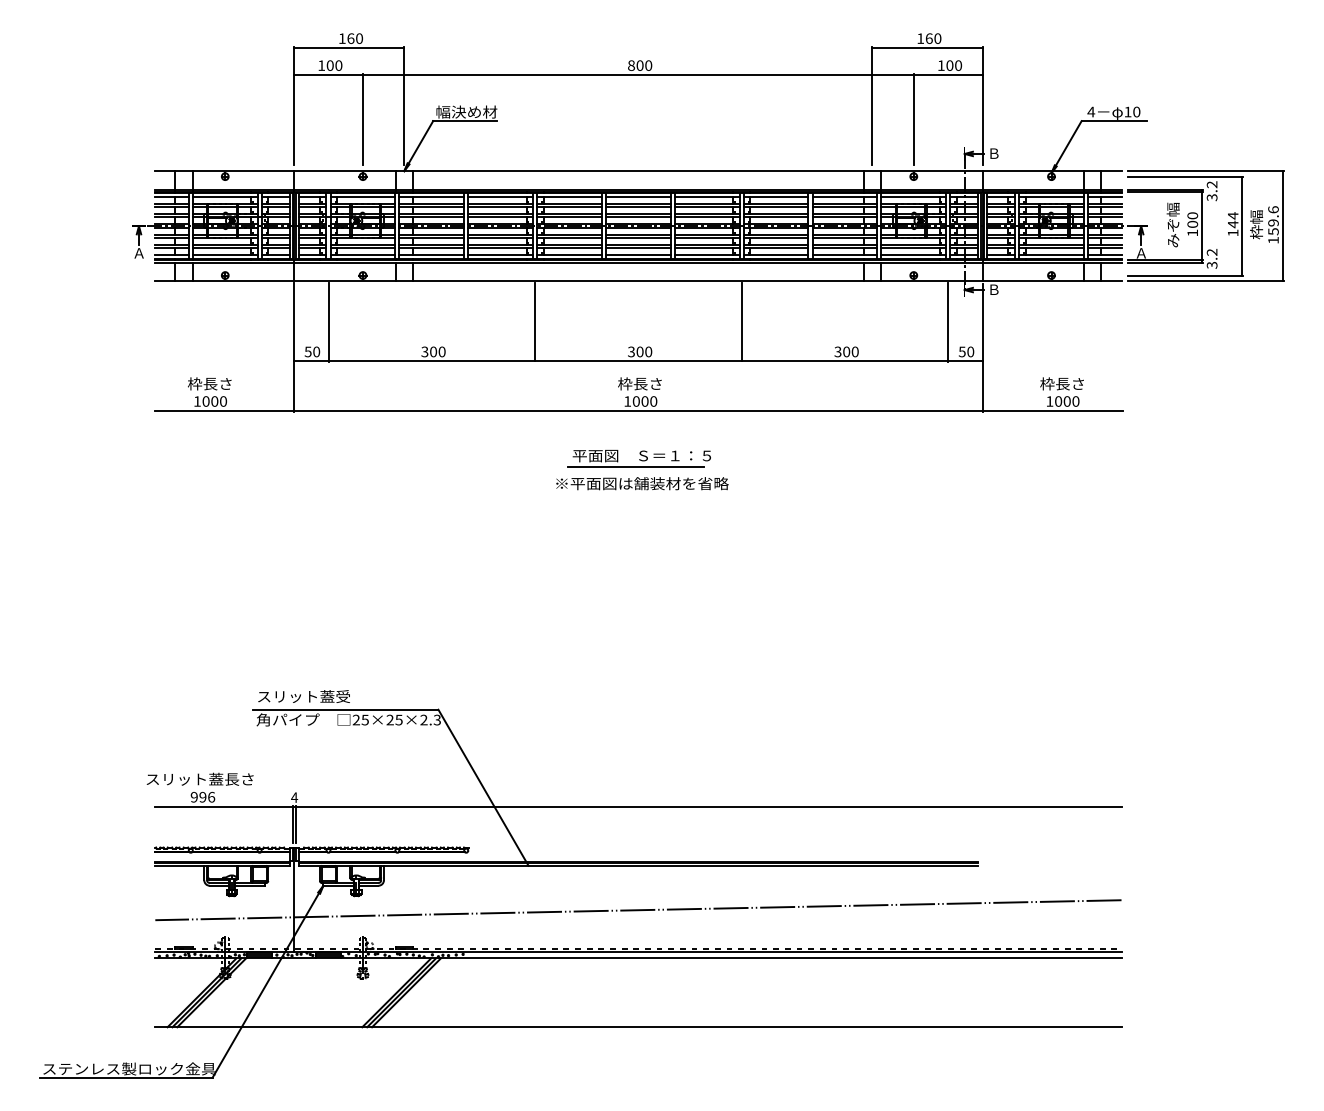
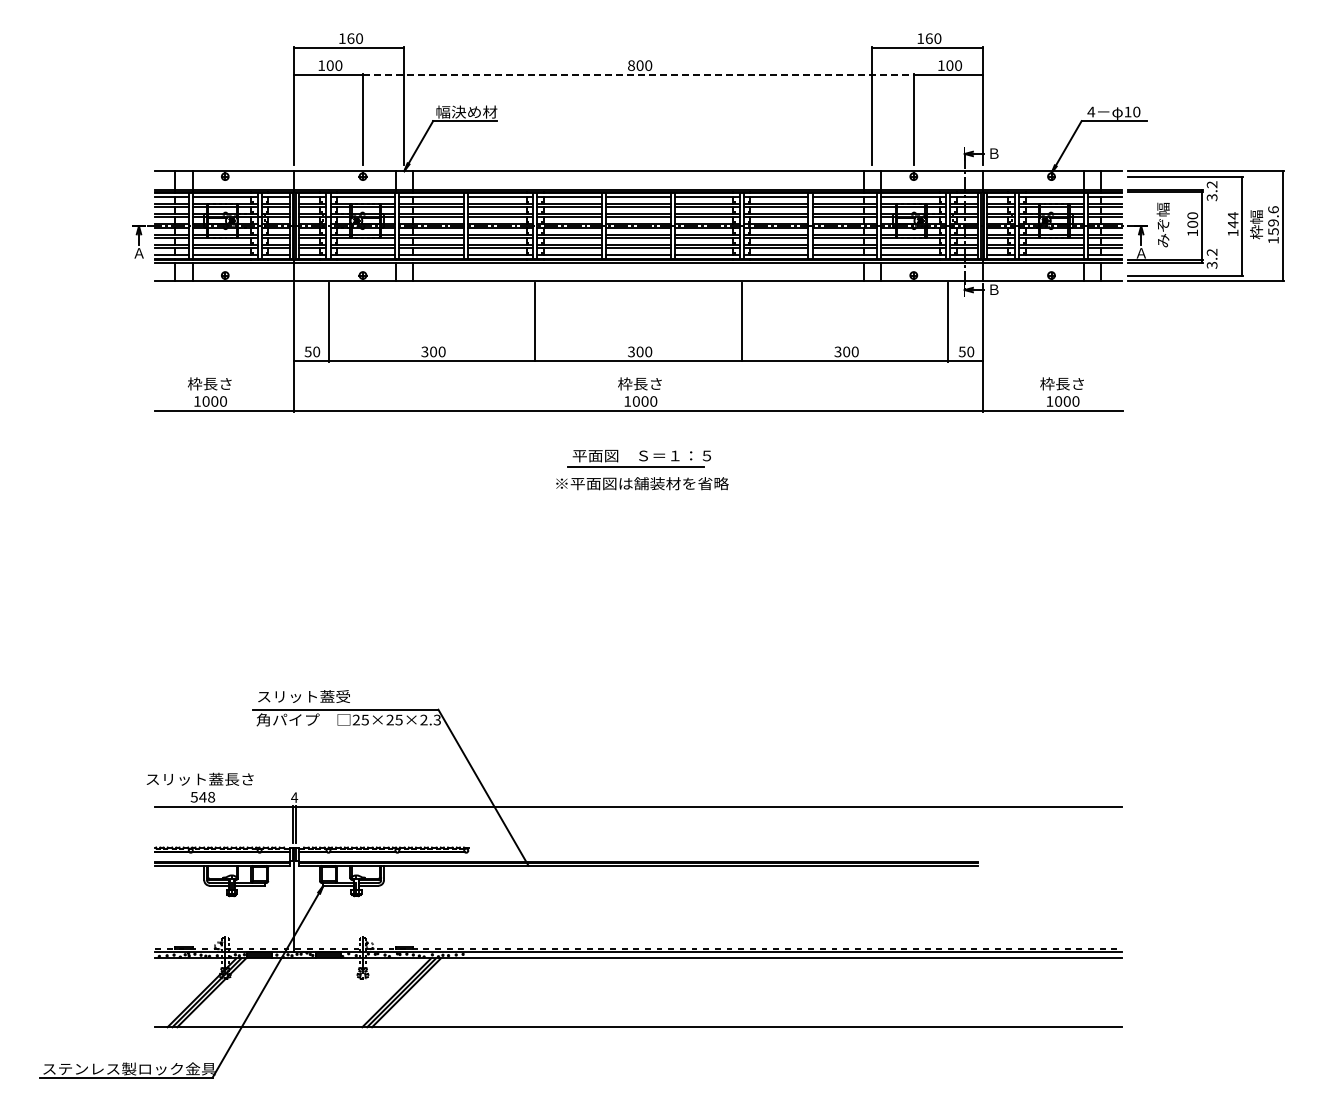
line at (638, 74): solid -> dashed
text at (1172, 224) position: (1172, 224) -> (1162, 224)
text at (202, 796): 996 -> 548
line at (638, 910): present -> none
